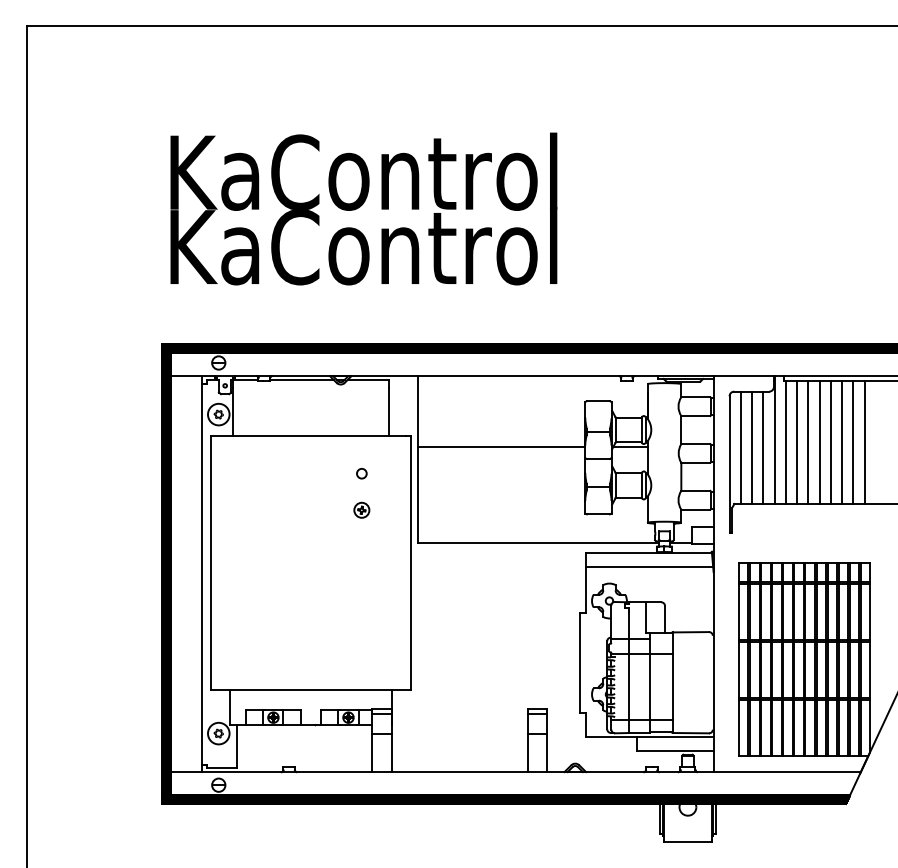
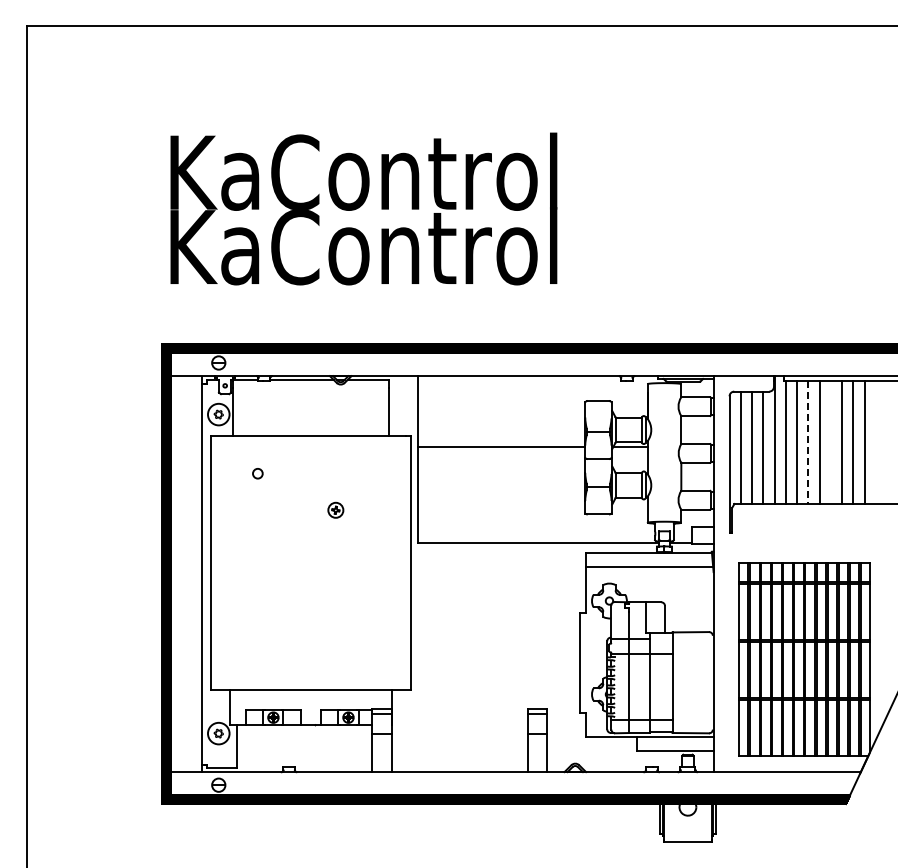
line at (808, 442): solid -> dashed
line at (830, 442): present -> none
circle at (361, 473) position: (361, 473) -> (257, 473)
part at (361, 509) position: (361, 509) -> (335, 509)
